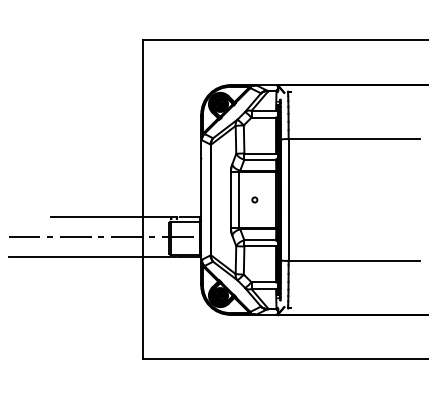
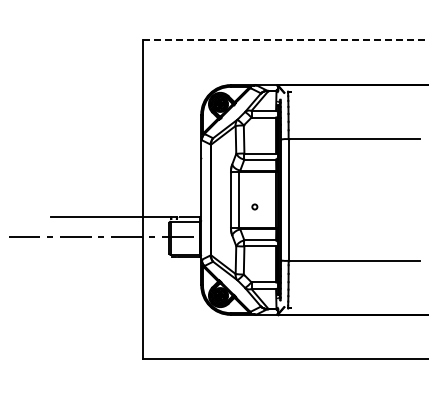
line at (285, 40): solid -> dashed
circle at (254, 199) position: (254, 199) -> (254, 206)
line at (88, 257): present -> none
